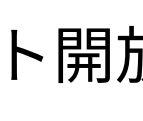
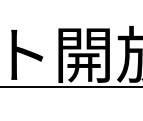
line at (70, 86): none -> present
